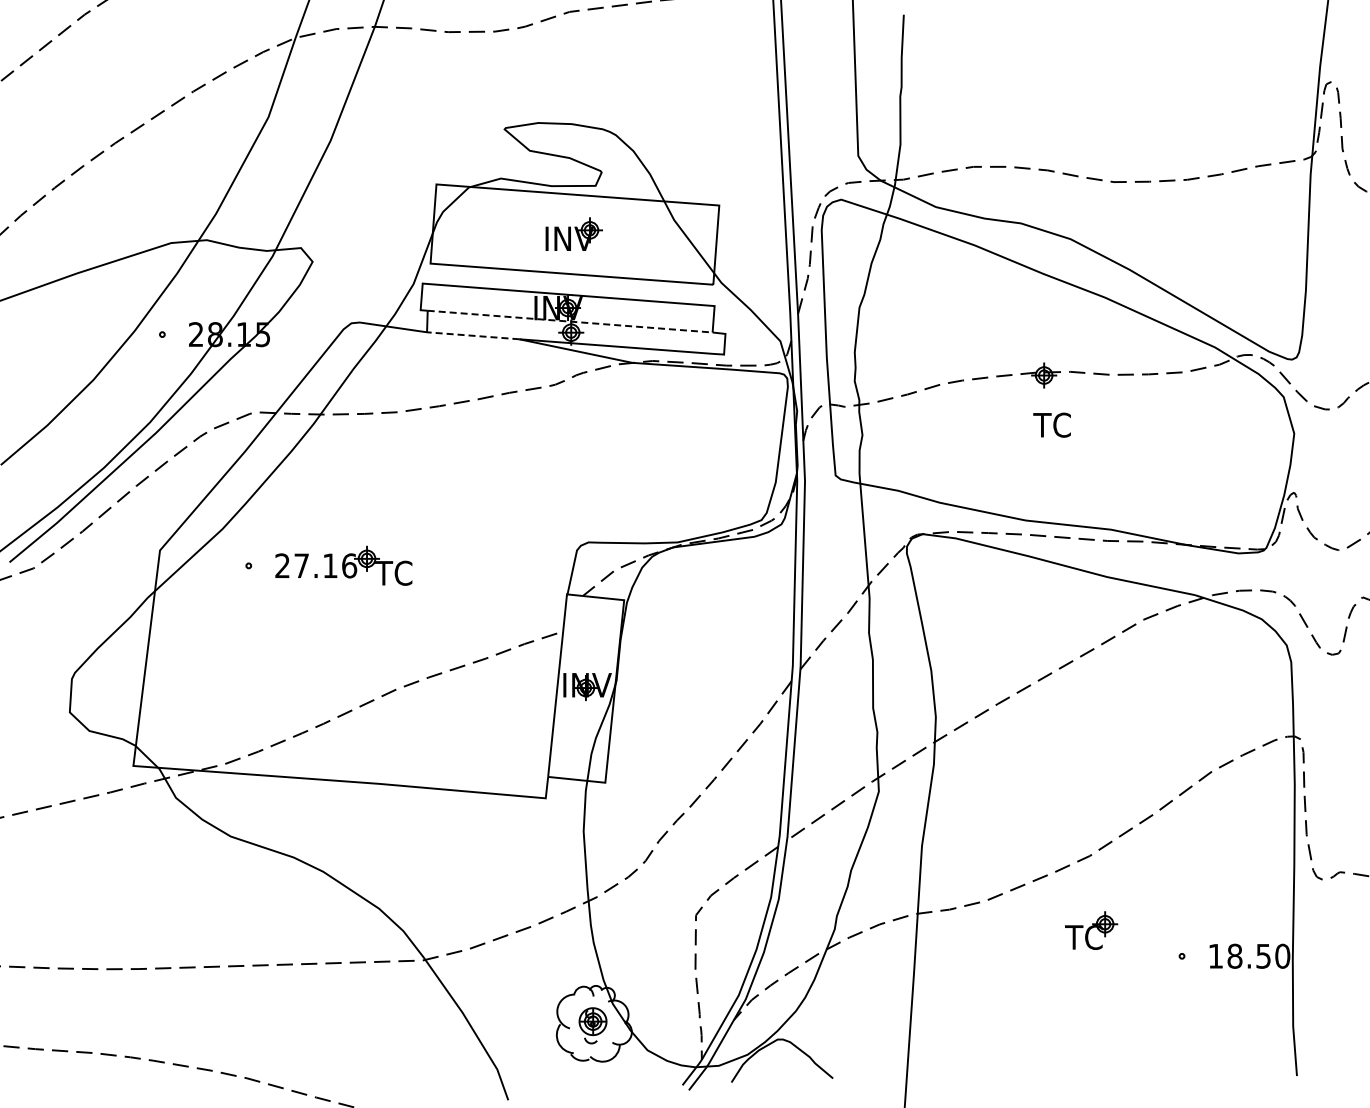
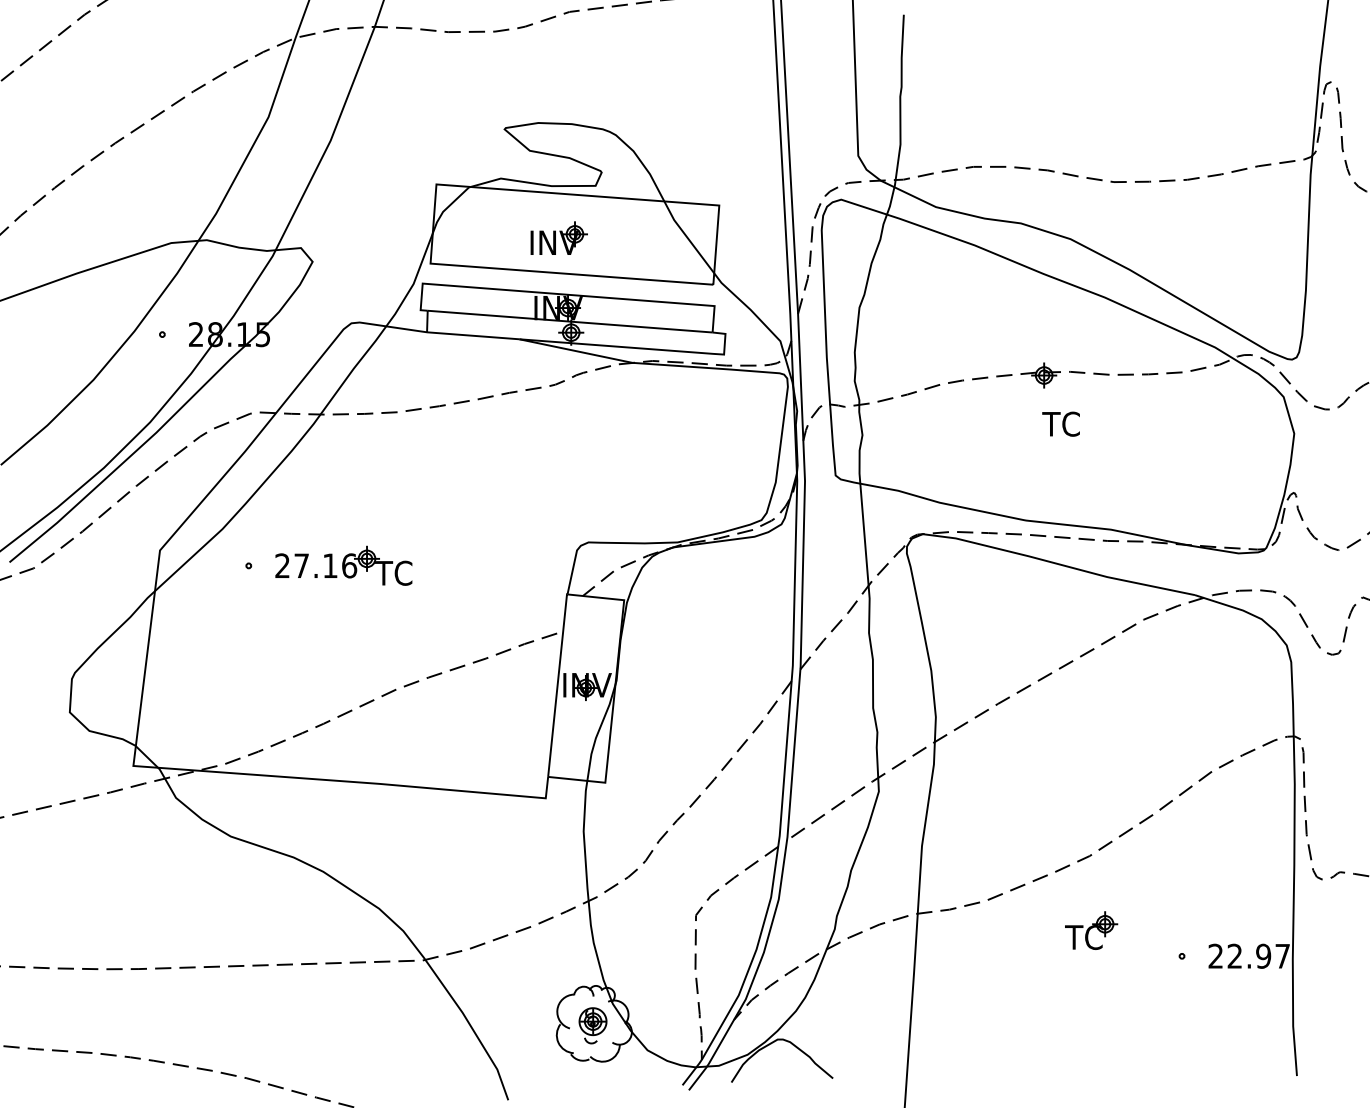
part at (573, 233) position: (573, 233) -> (558, 237)
line at (570, 321): dashed -> solid
line at (472, 335): dashed -> solid
text at (1051, 424) position: (1051, 424) -> (1060, 423)
text at (1249, 955): 18.50 -> 22.97
